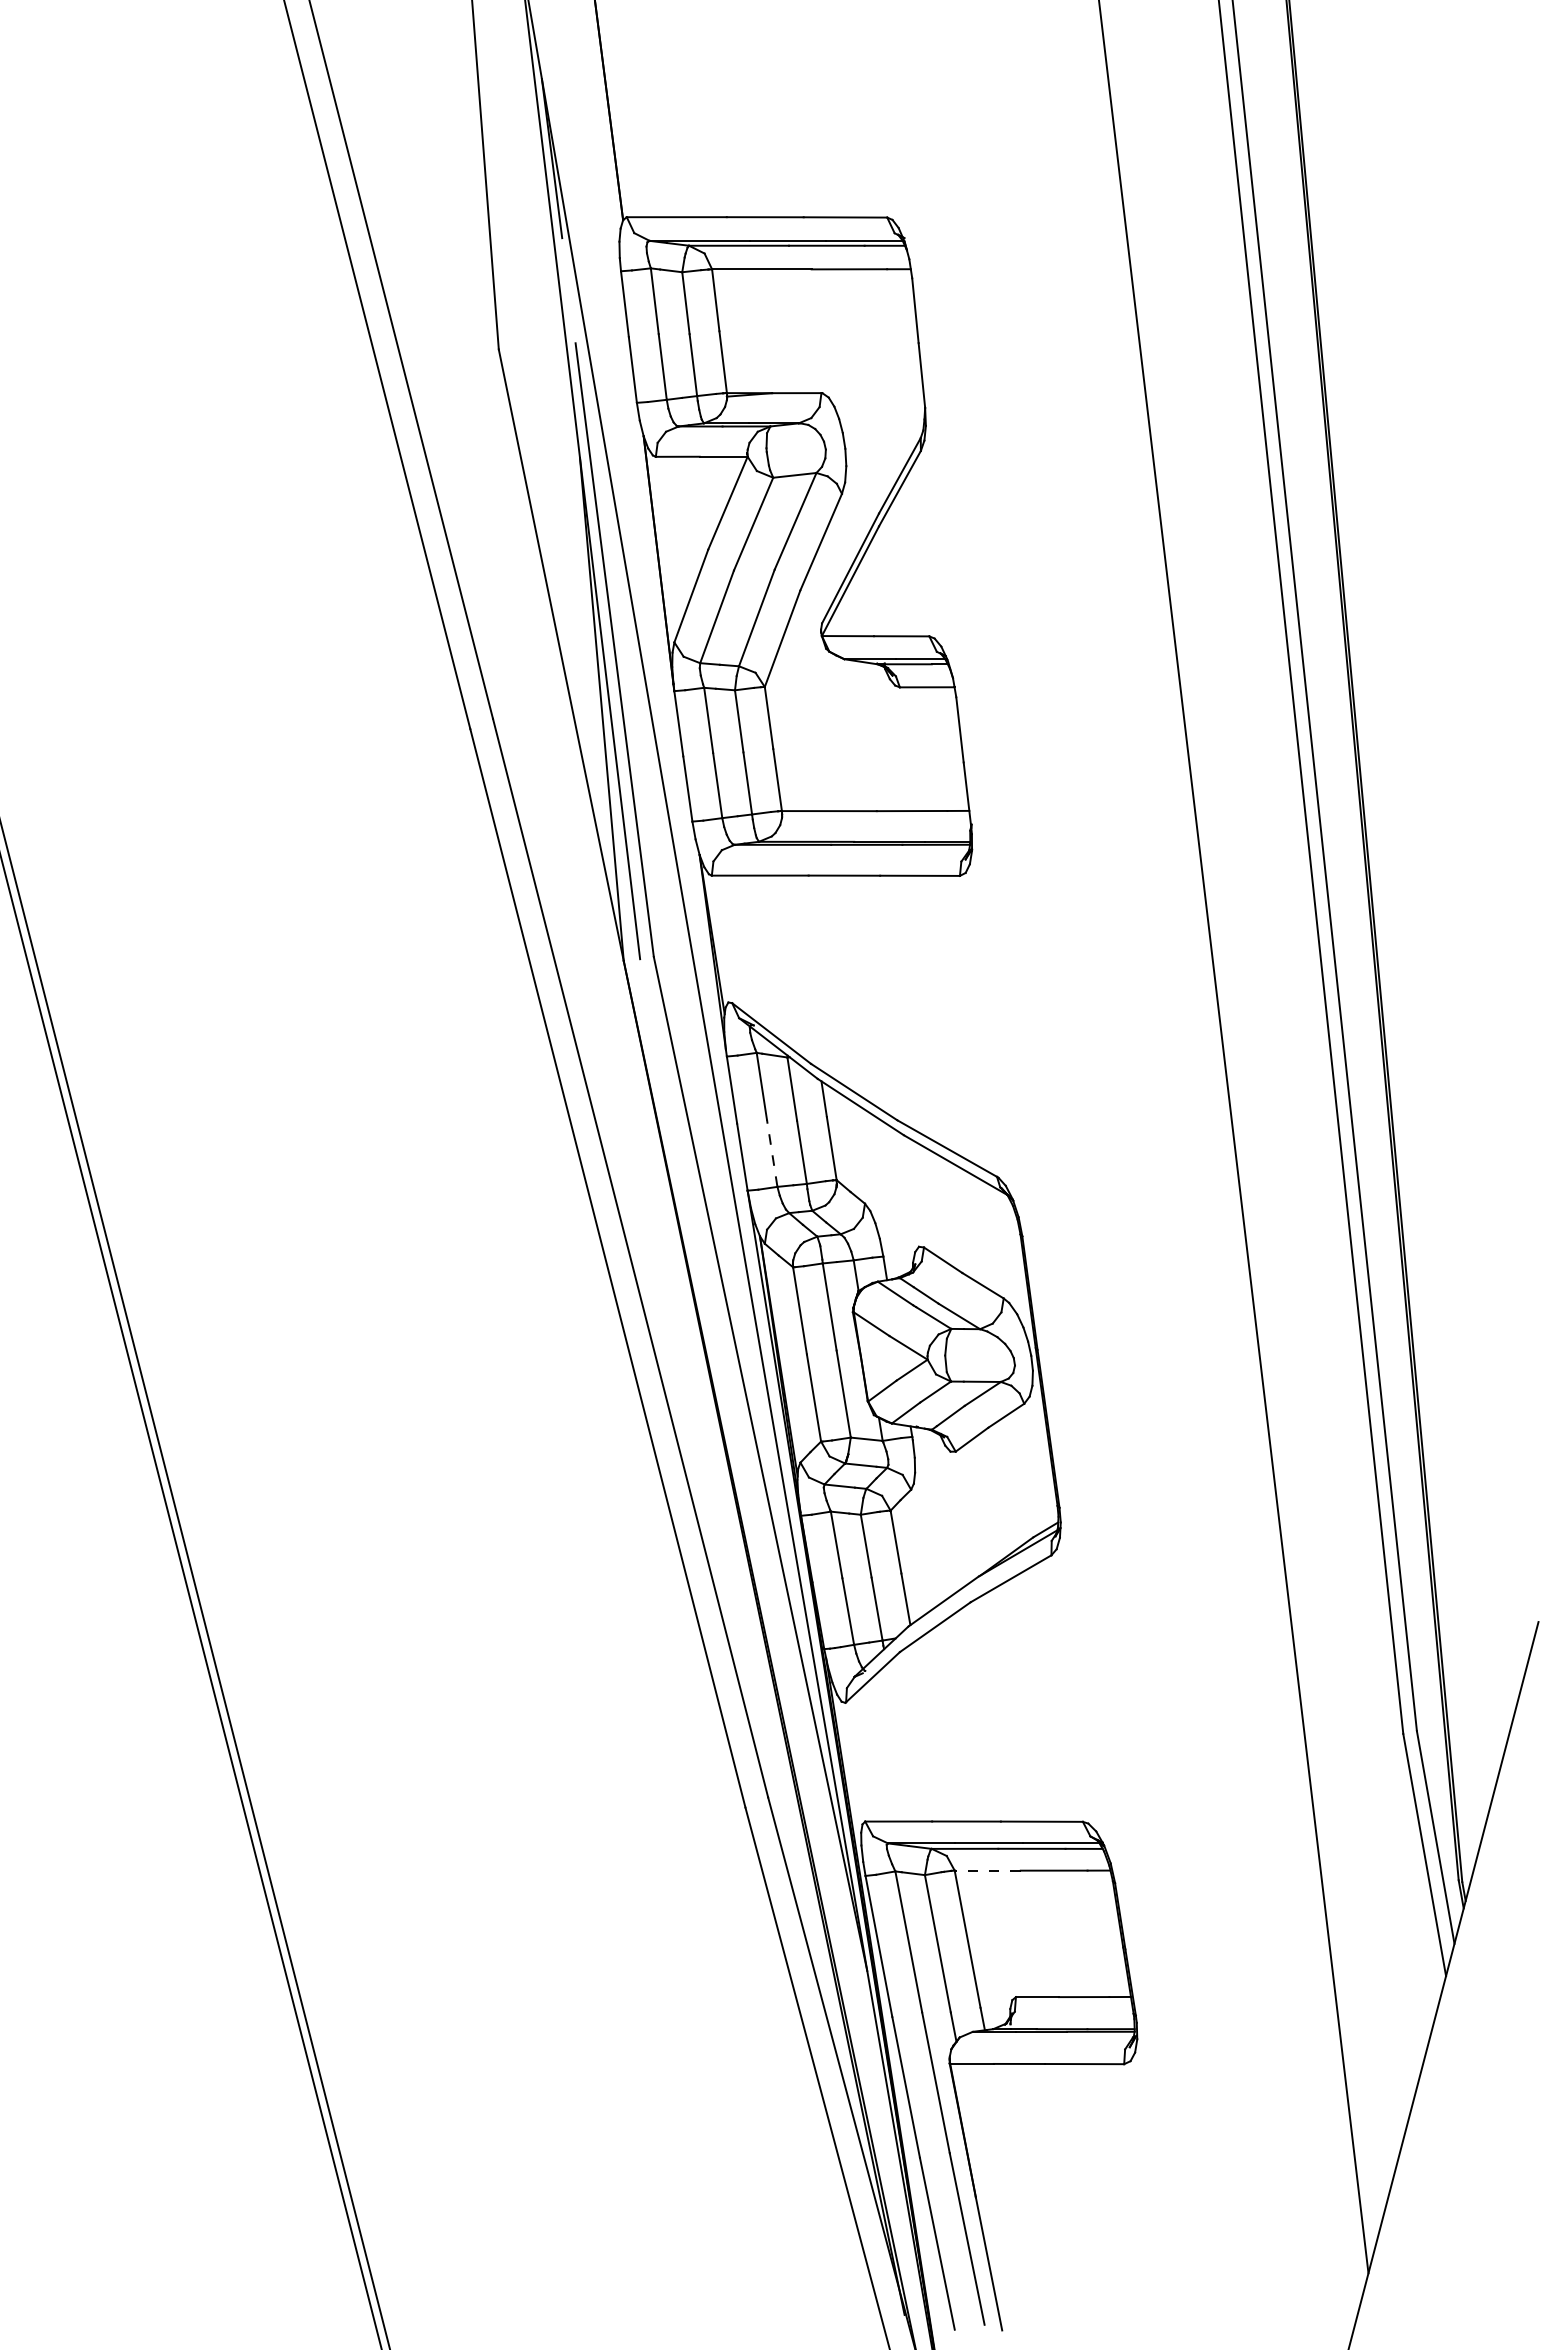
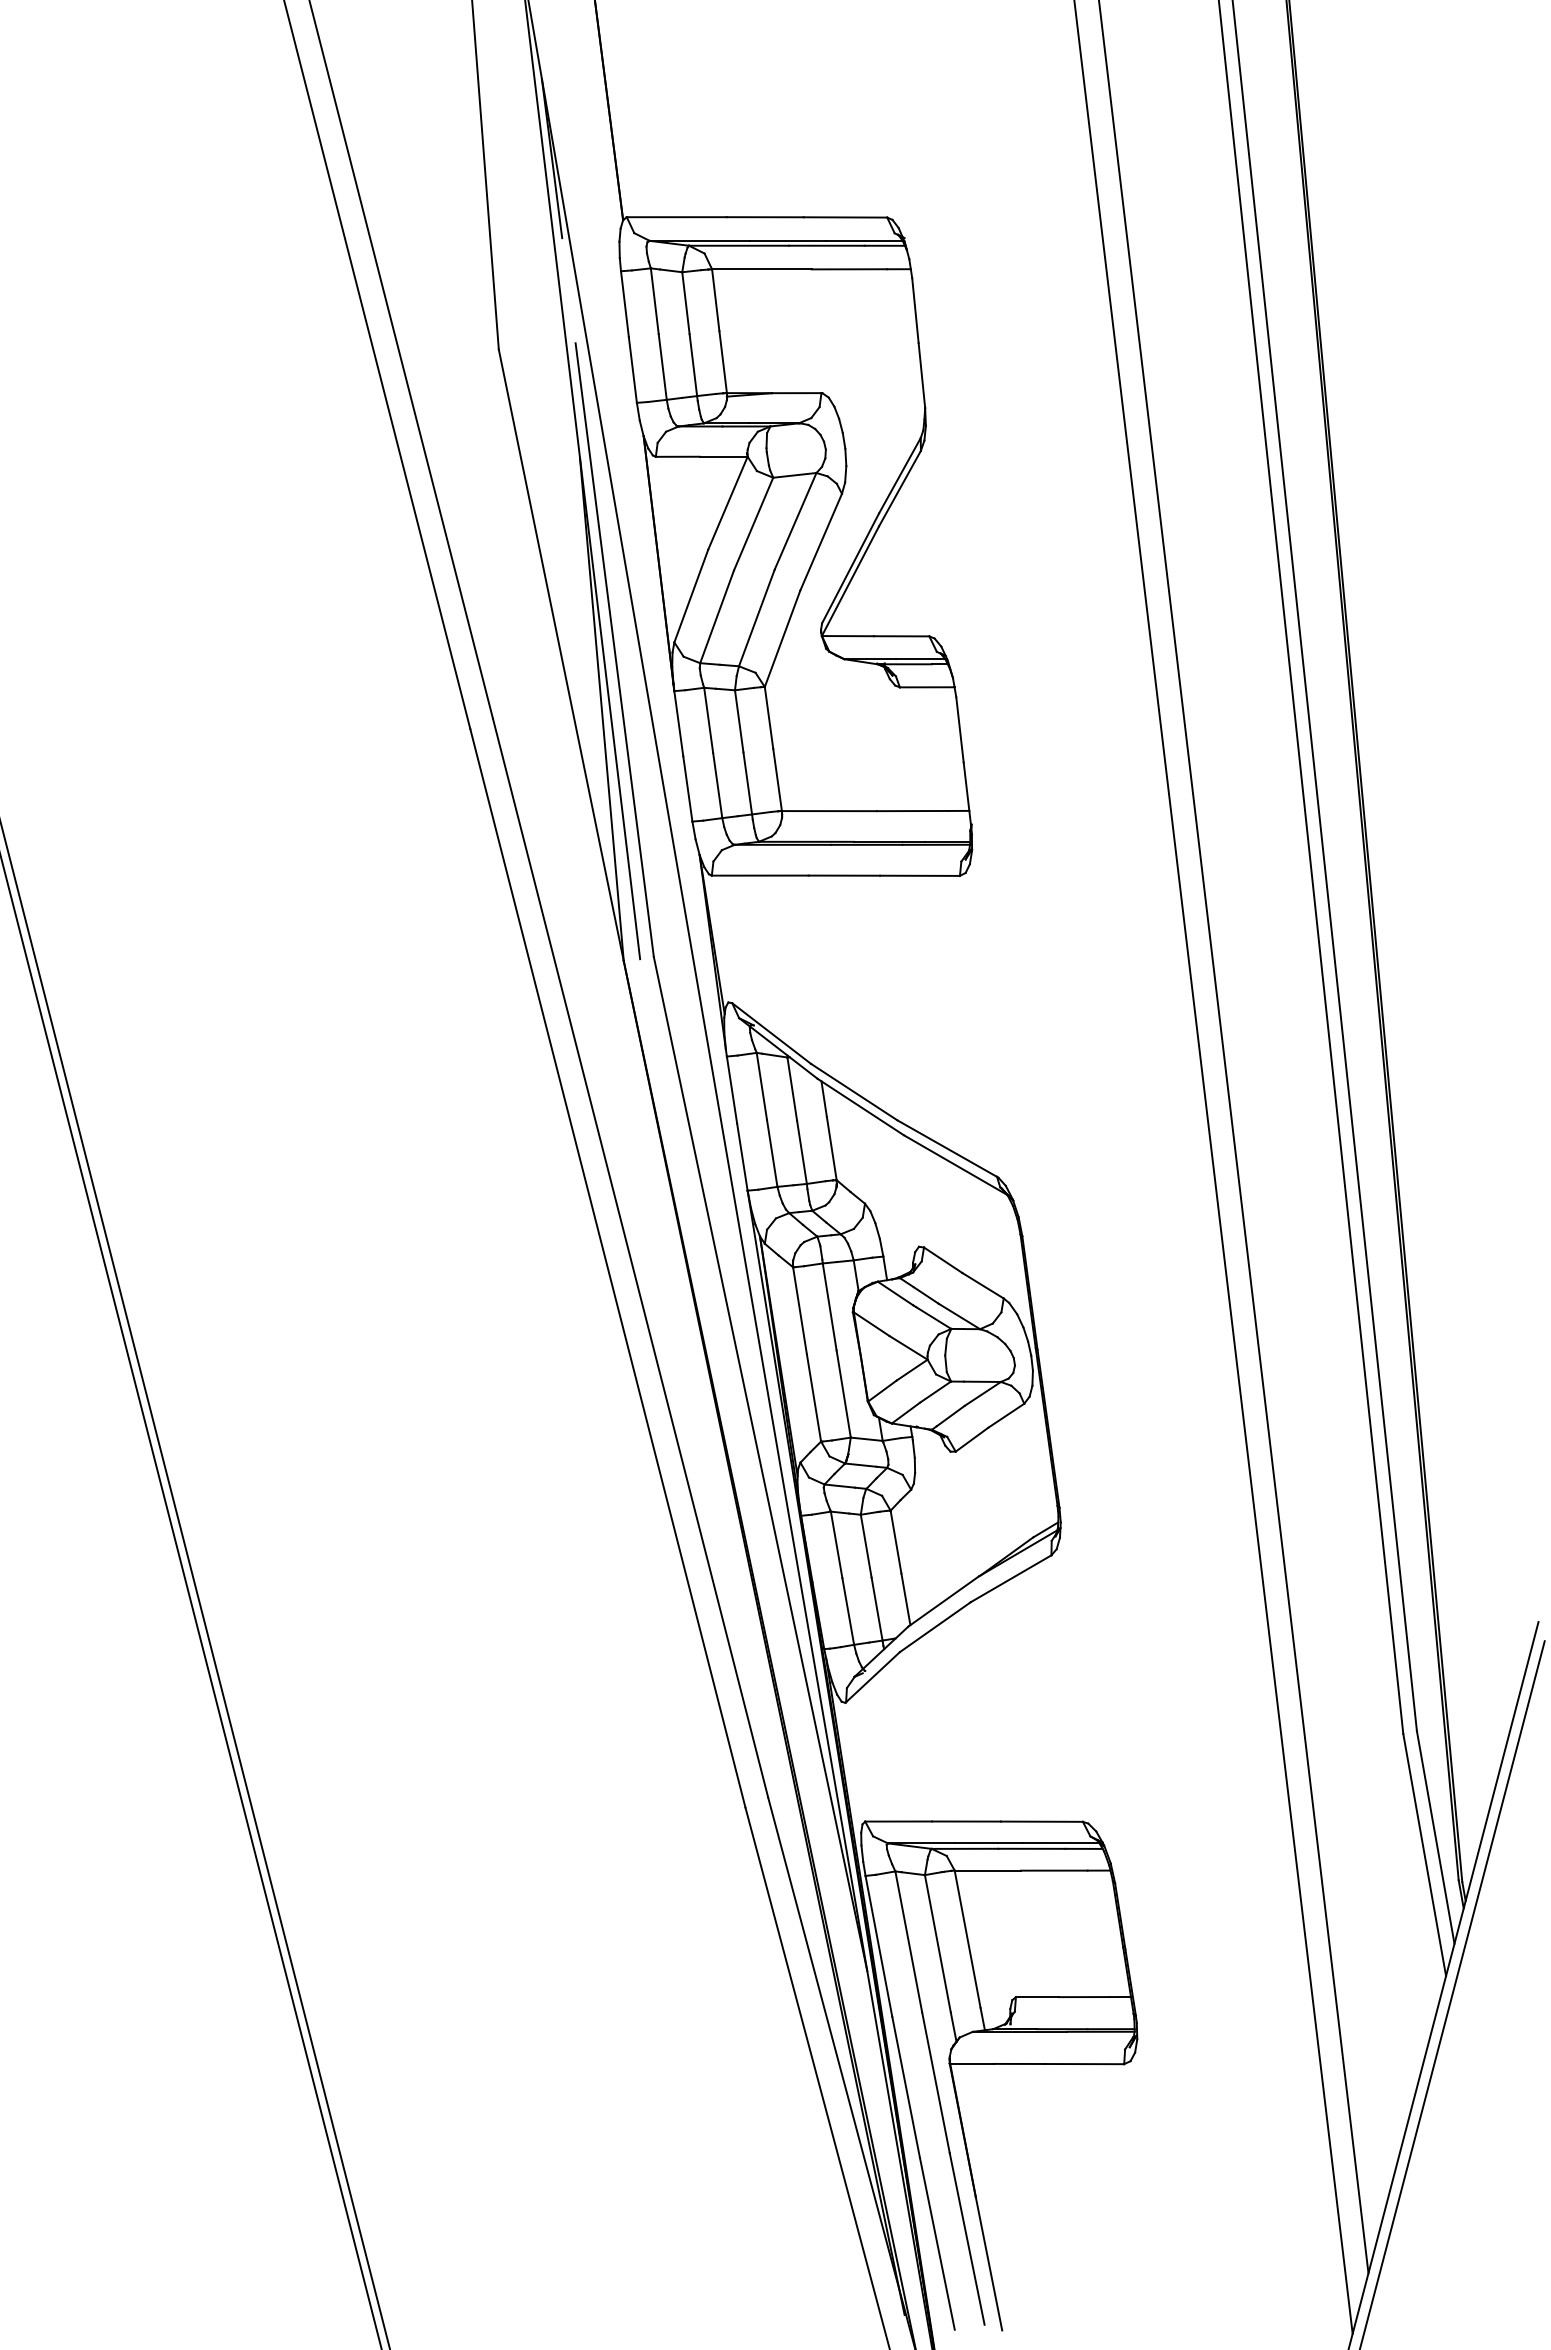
line at (772, 1153): dashed -> solid
line at (1213, 1167): none -> present
line at (987, 1870): dashed -> solid
line at (1452, 1993): none -> present
